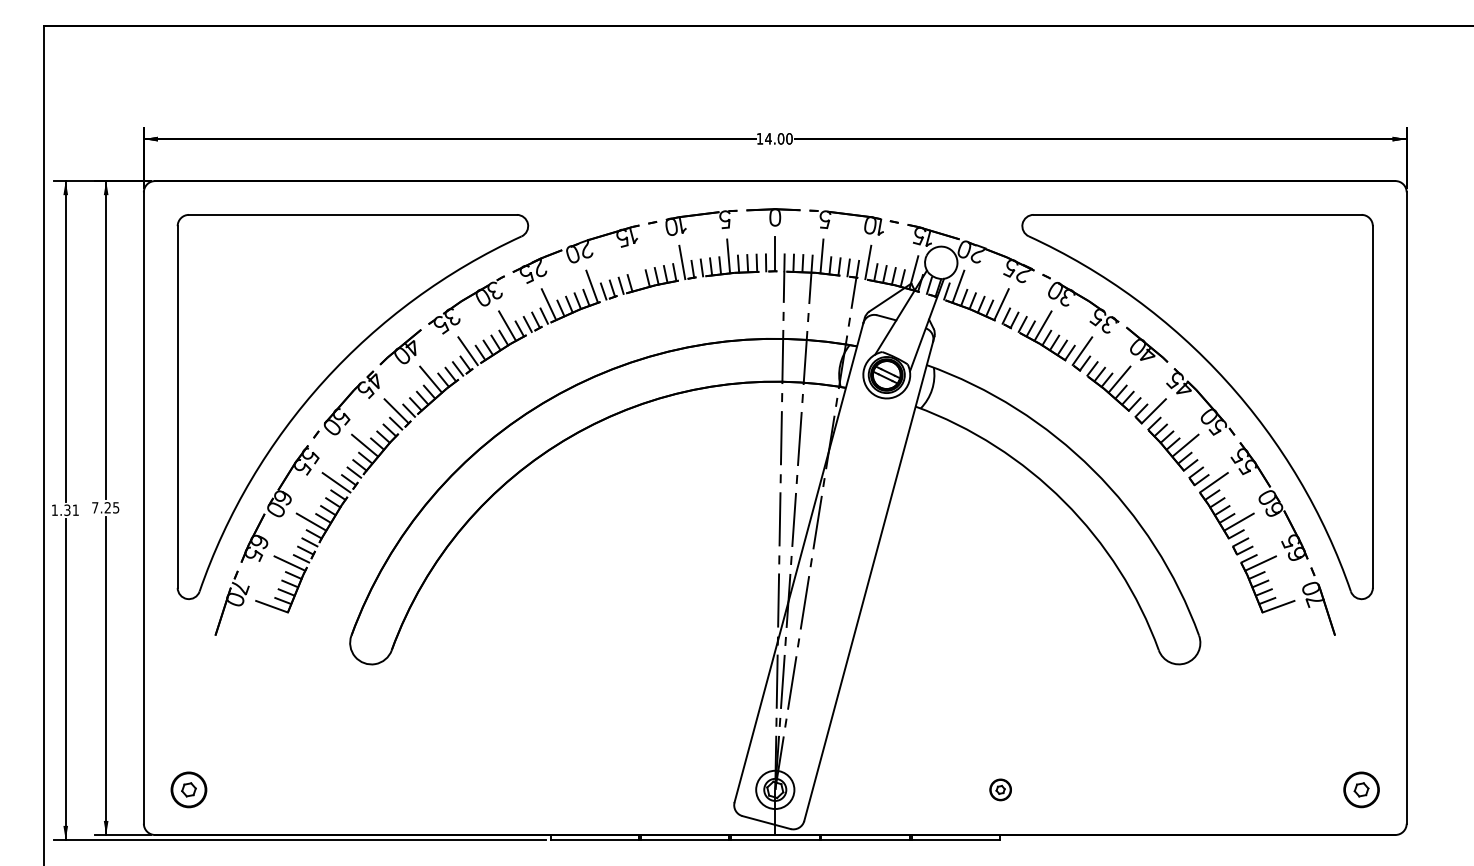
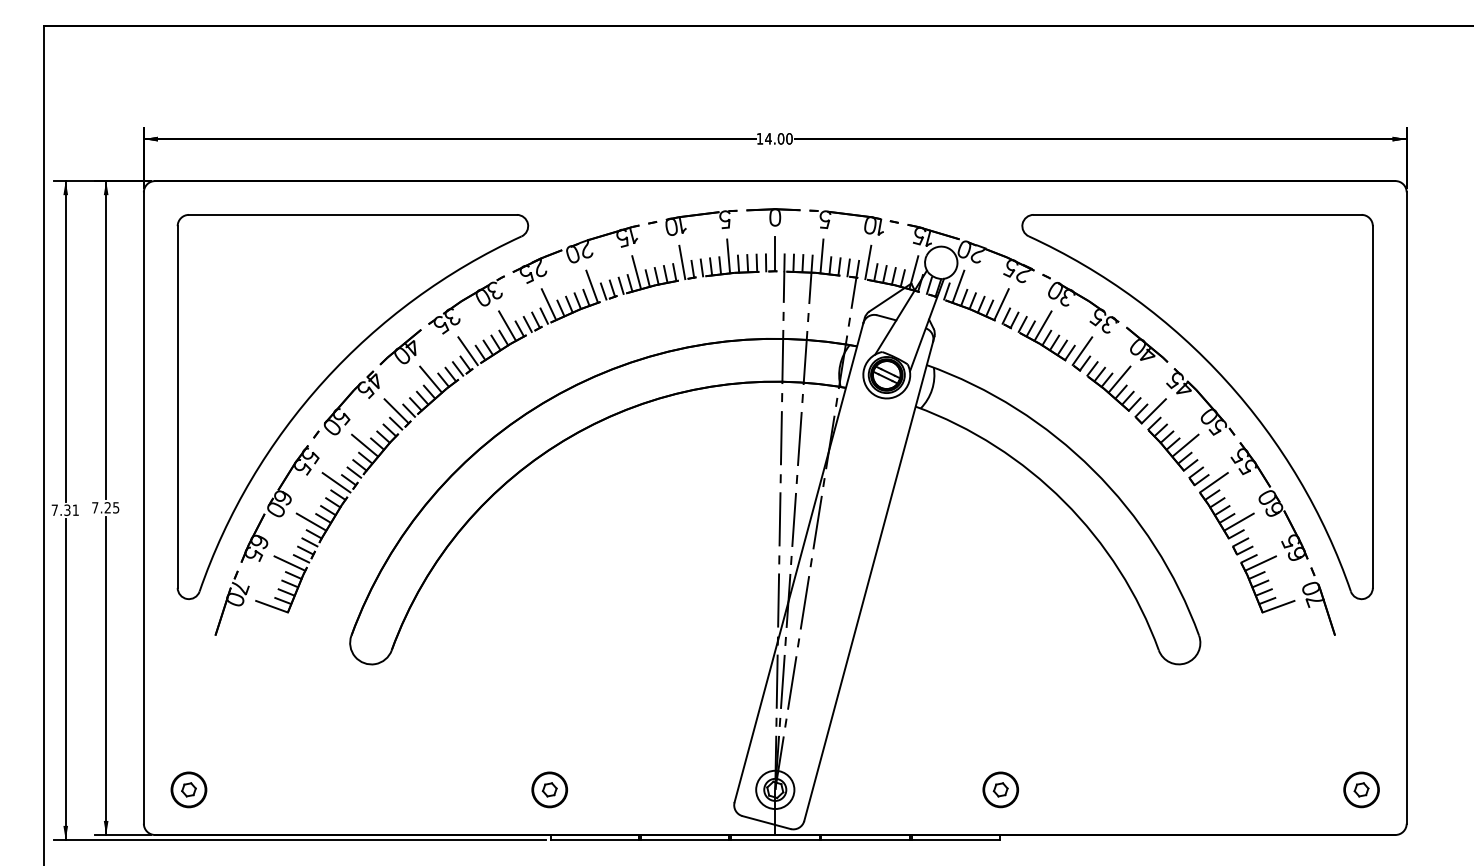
line at (636, 272): none -> present
text at (54, 509): 1.31 -> 7.31
part at (549, 789): none -> present
part at (1000, 789) size: 23x24 px -> 37x38 px
